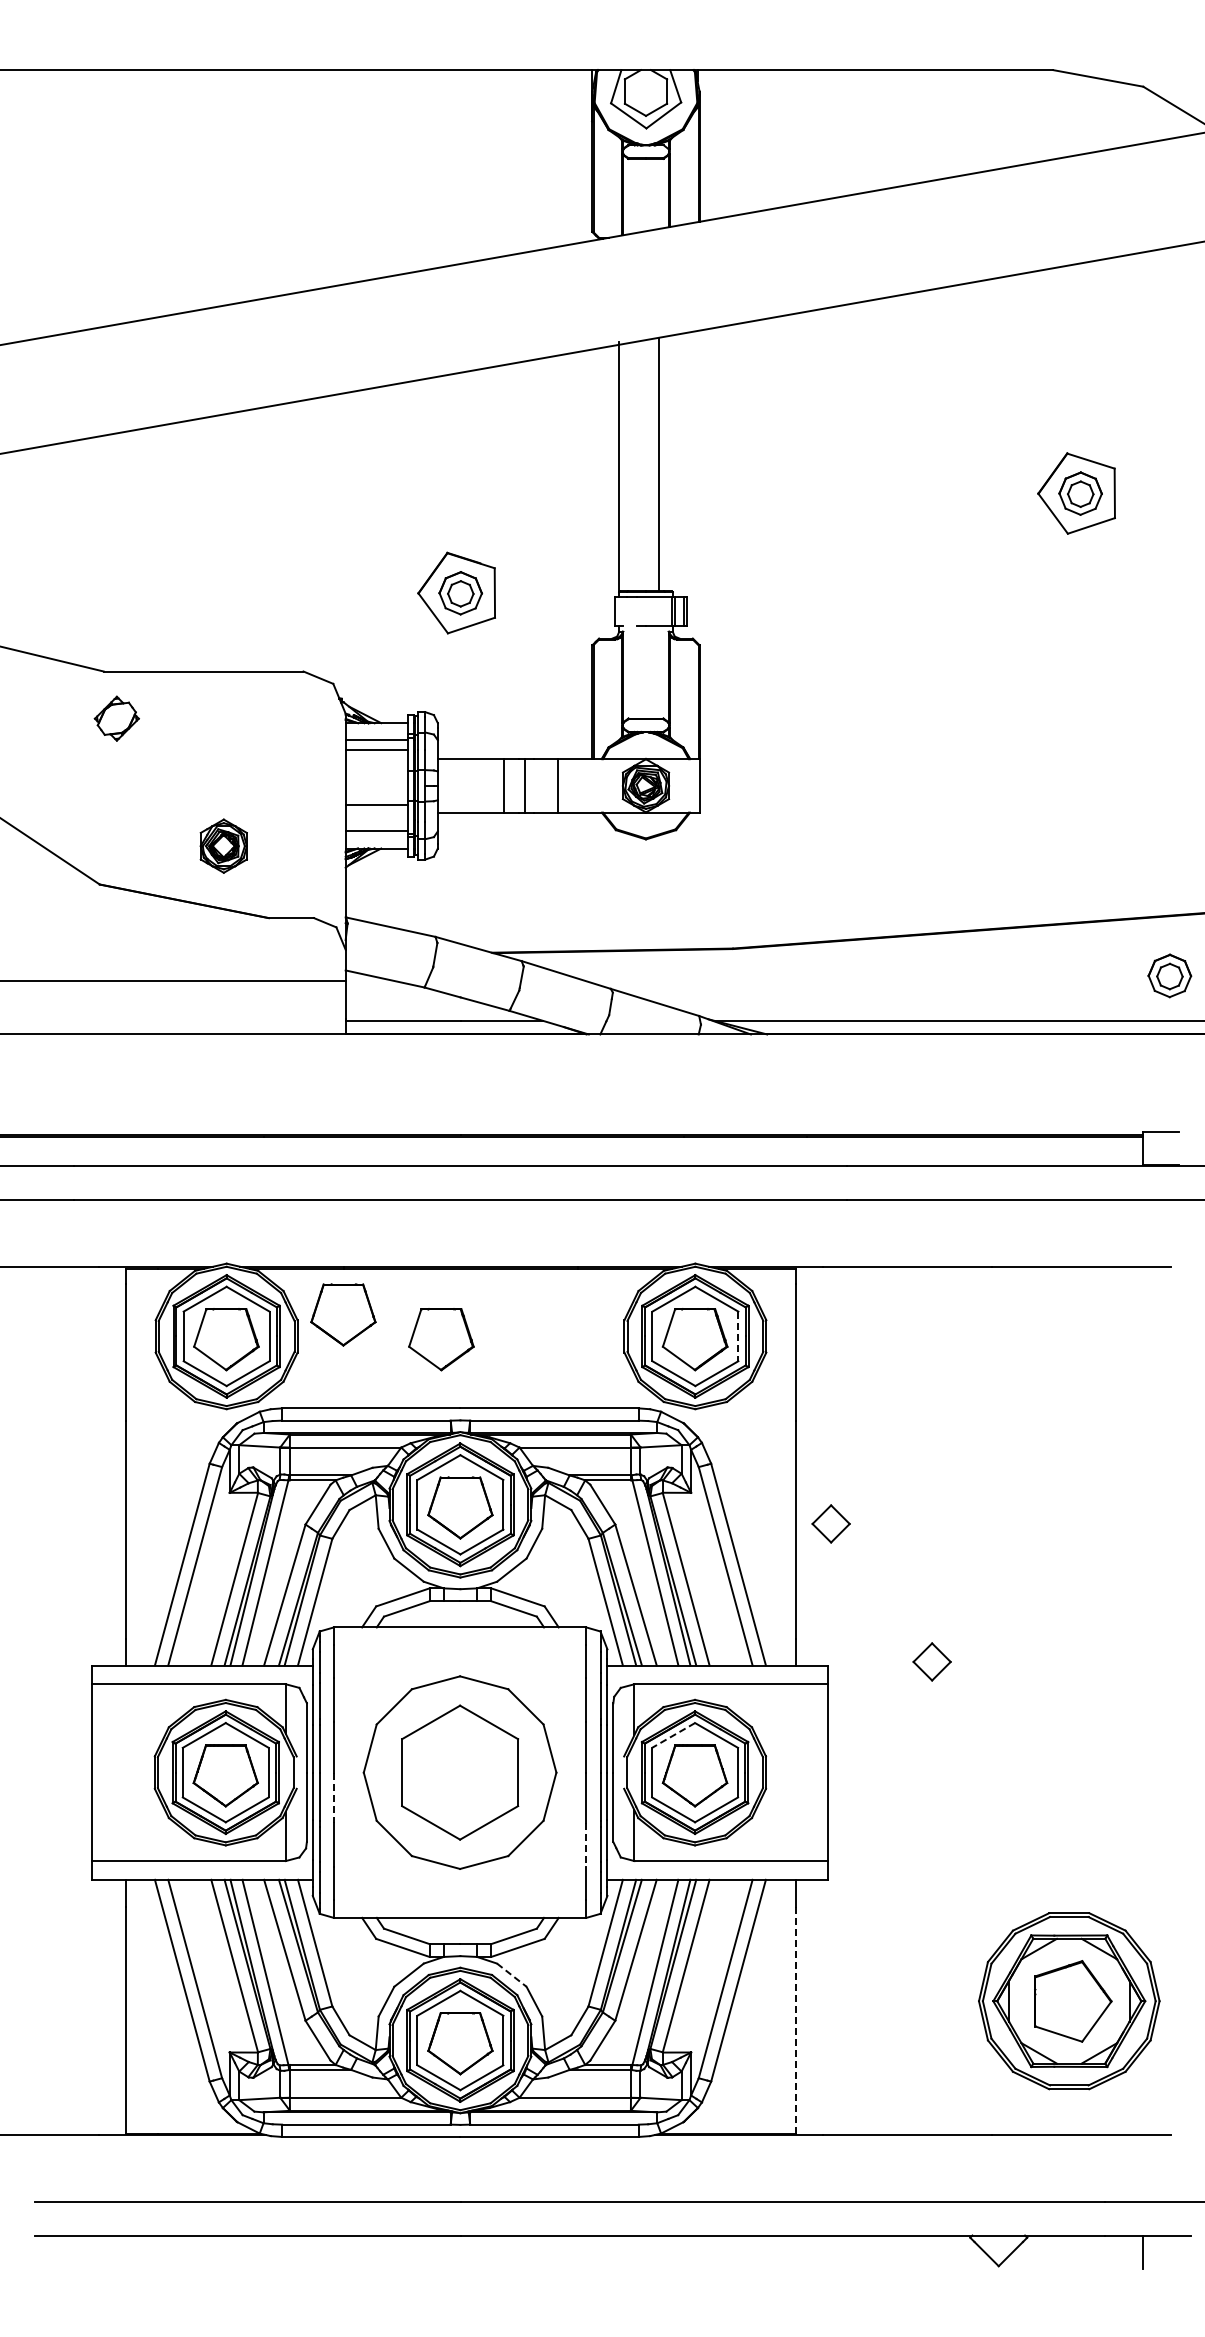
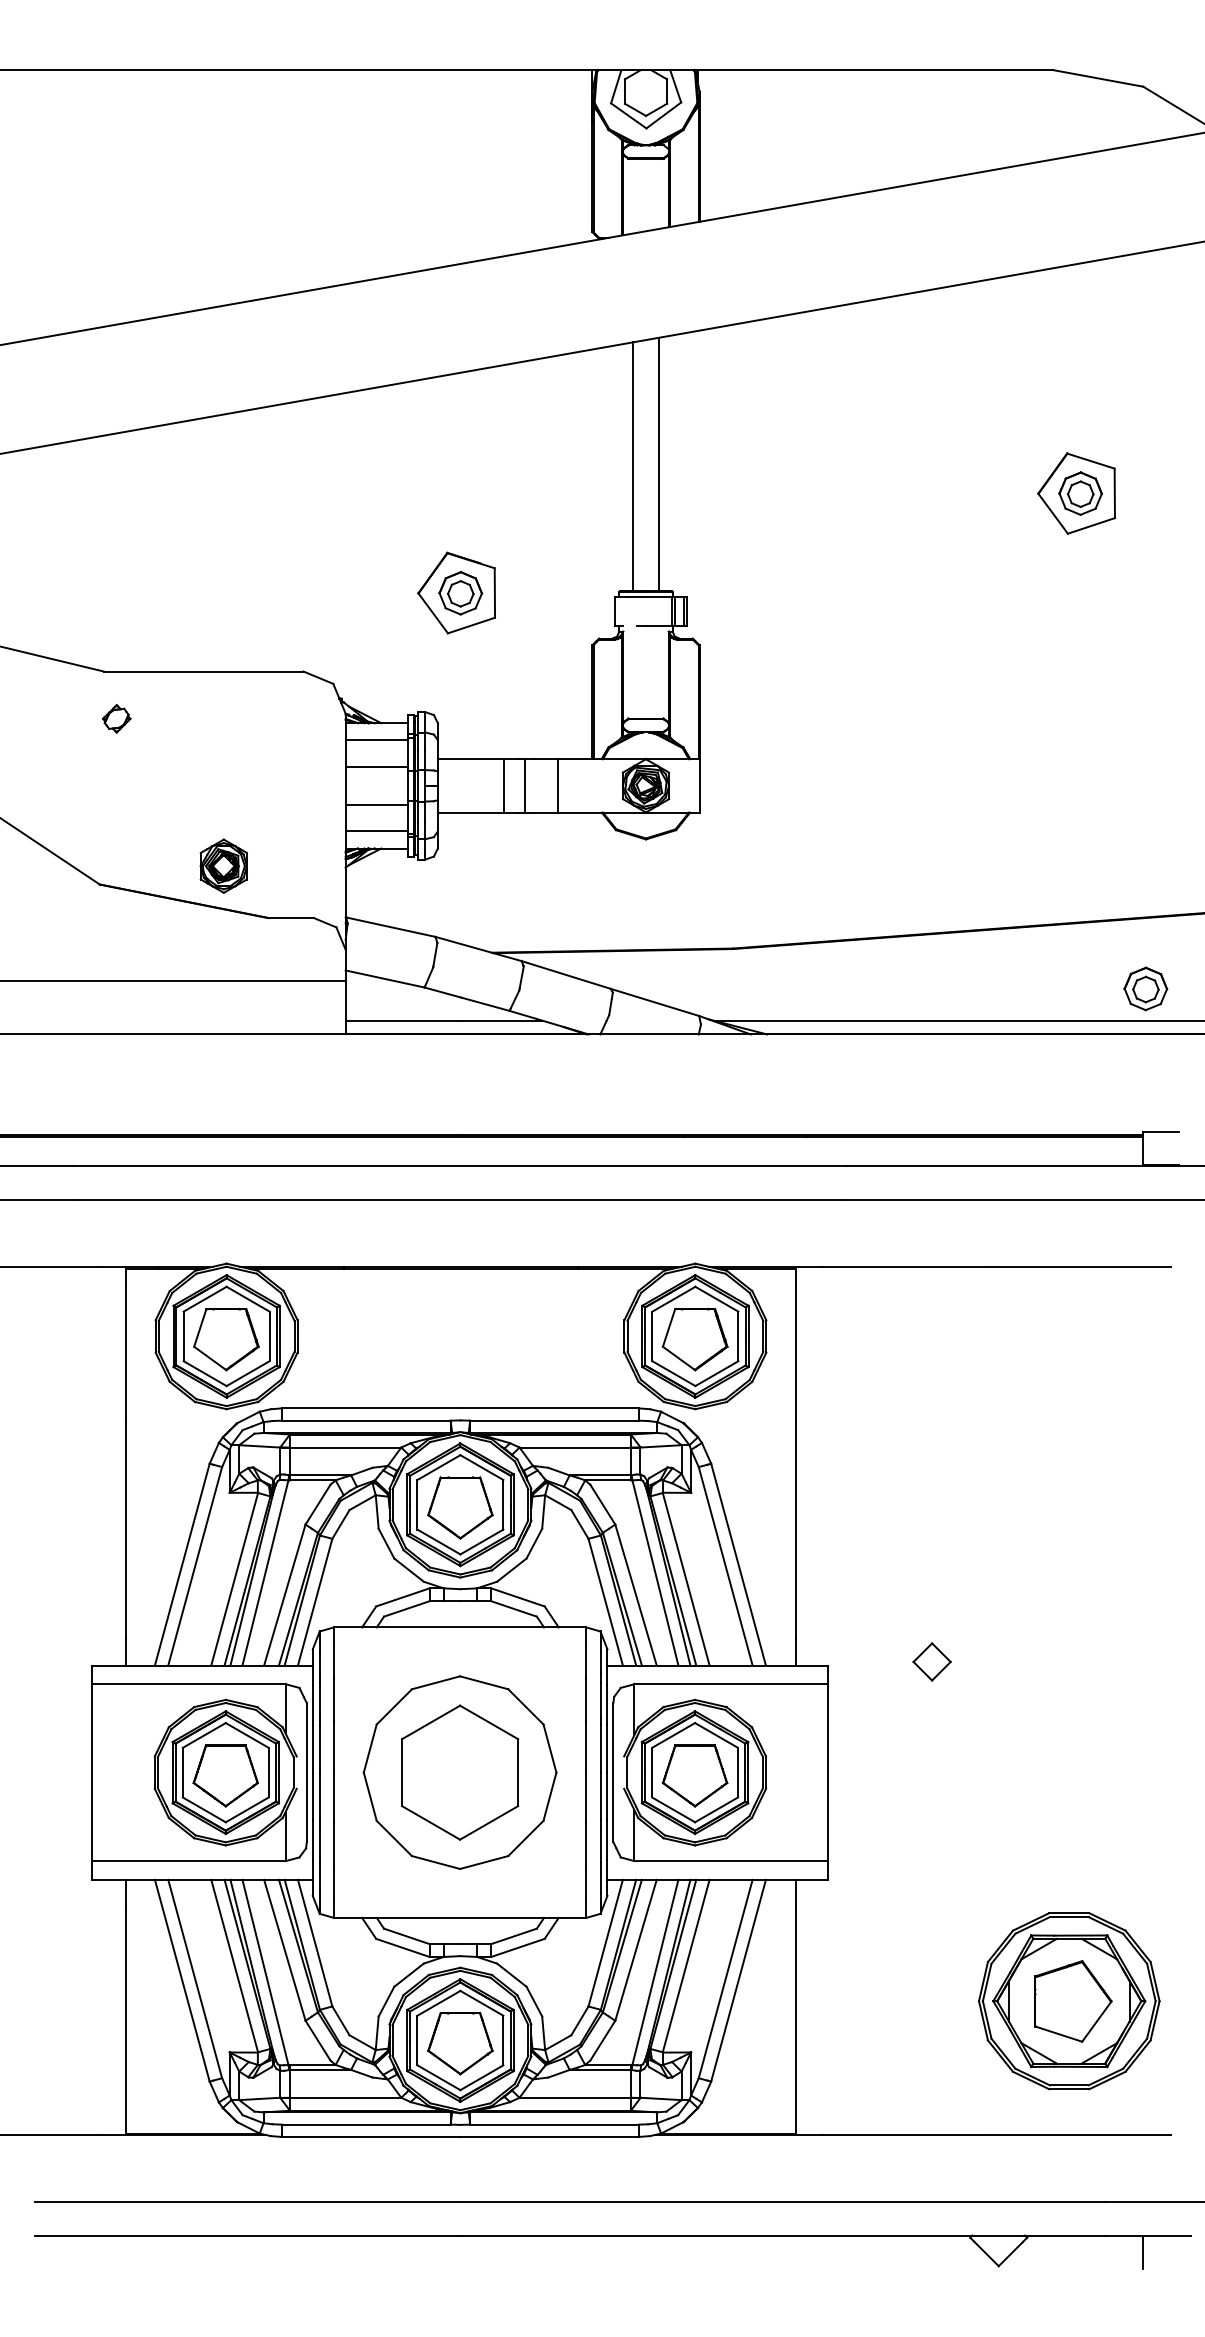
line at (618, 466) position: (618, 466) -> (632, 466)
part at (116, 718) size: 47x47 px -> 31x30 px
line at (376, 749) position: (376, 749) -> (376, 766)
part at (223, 845) position: (223, 845) -> (223, 865)
part at (1169, 975) position: (1169, 975) -> (1145, 988)
part at (343, 1314): present -> none
line at (738, 1336): dashed -> solid
part at (441, 1339): present -> none
part at (830, 1523): present -> none
line at (673, 1735): dashed -> solid
line at (333, 1798): dashed -> solid
line at (586, 1845): dashed -> solid
line at (511, 1975): dashed -> solid
line at (796, 2020): dashed -> solid
